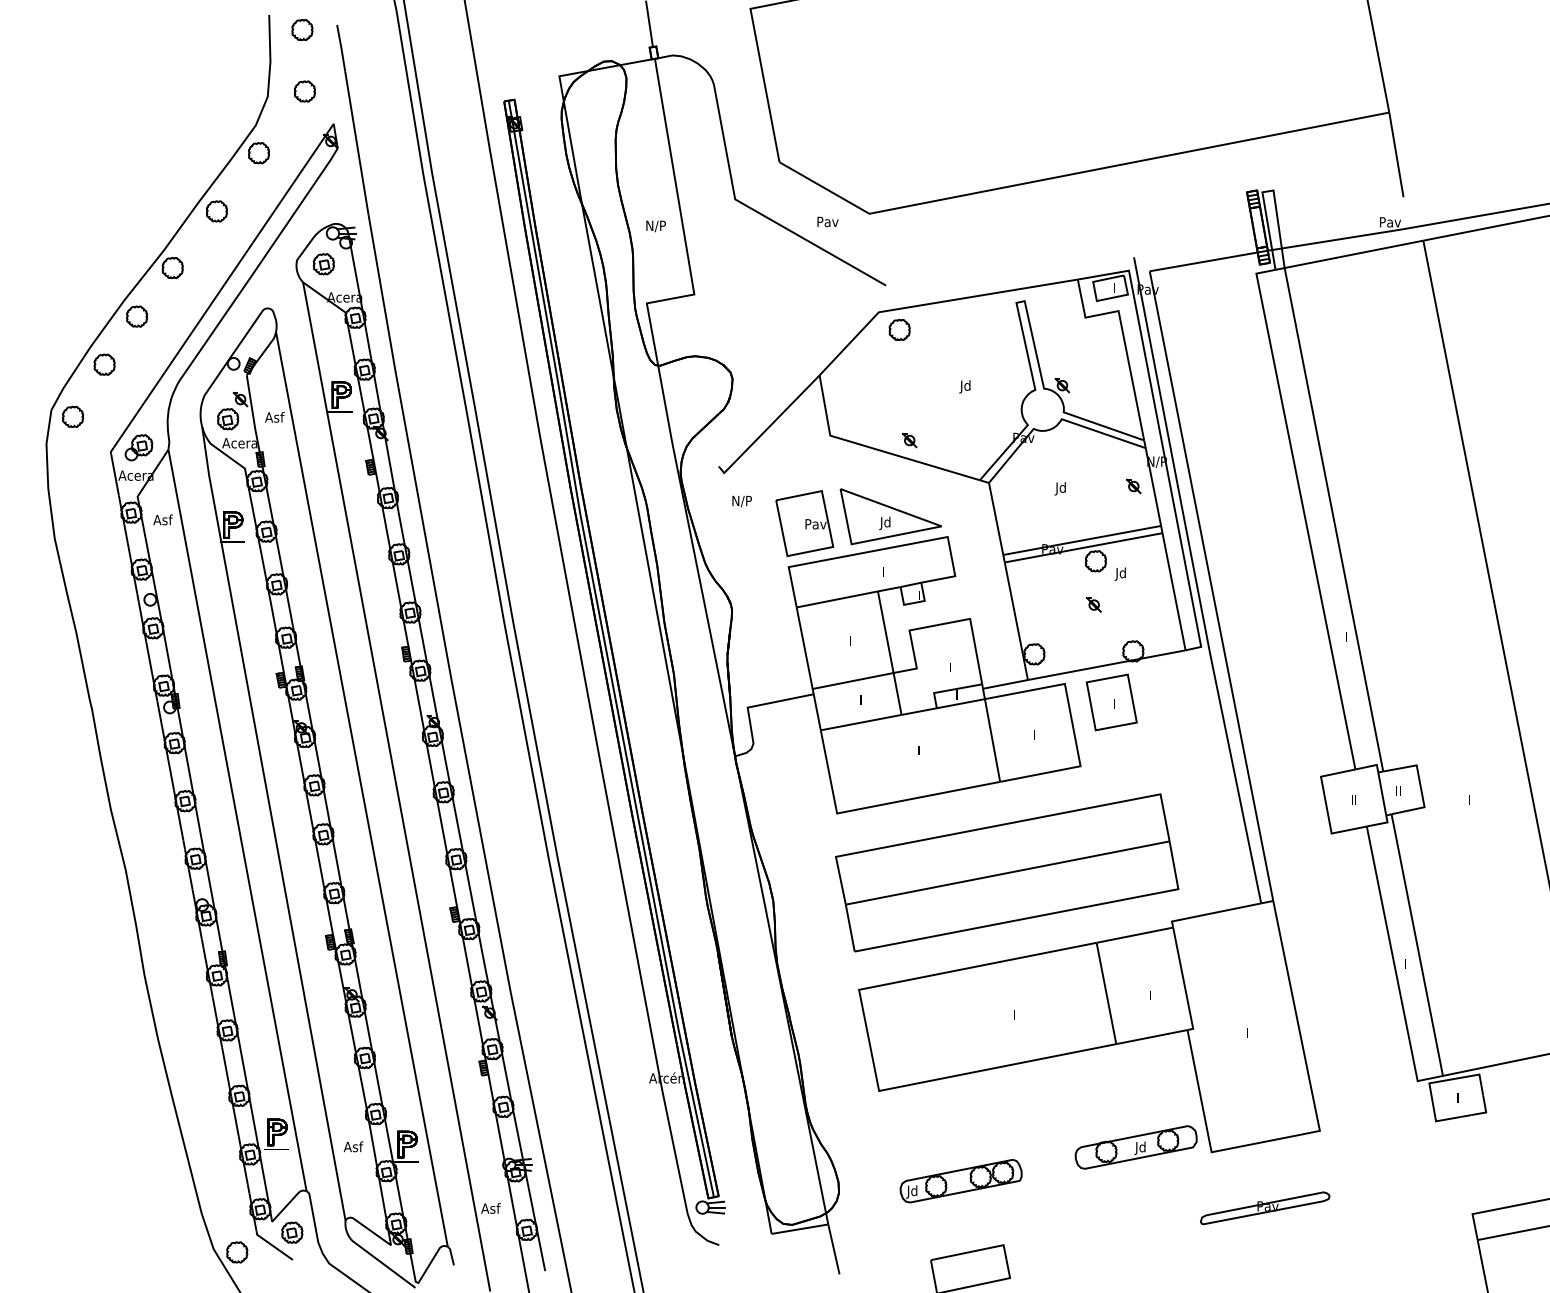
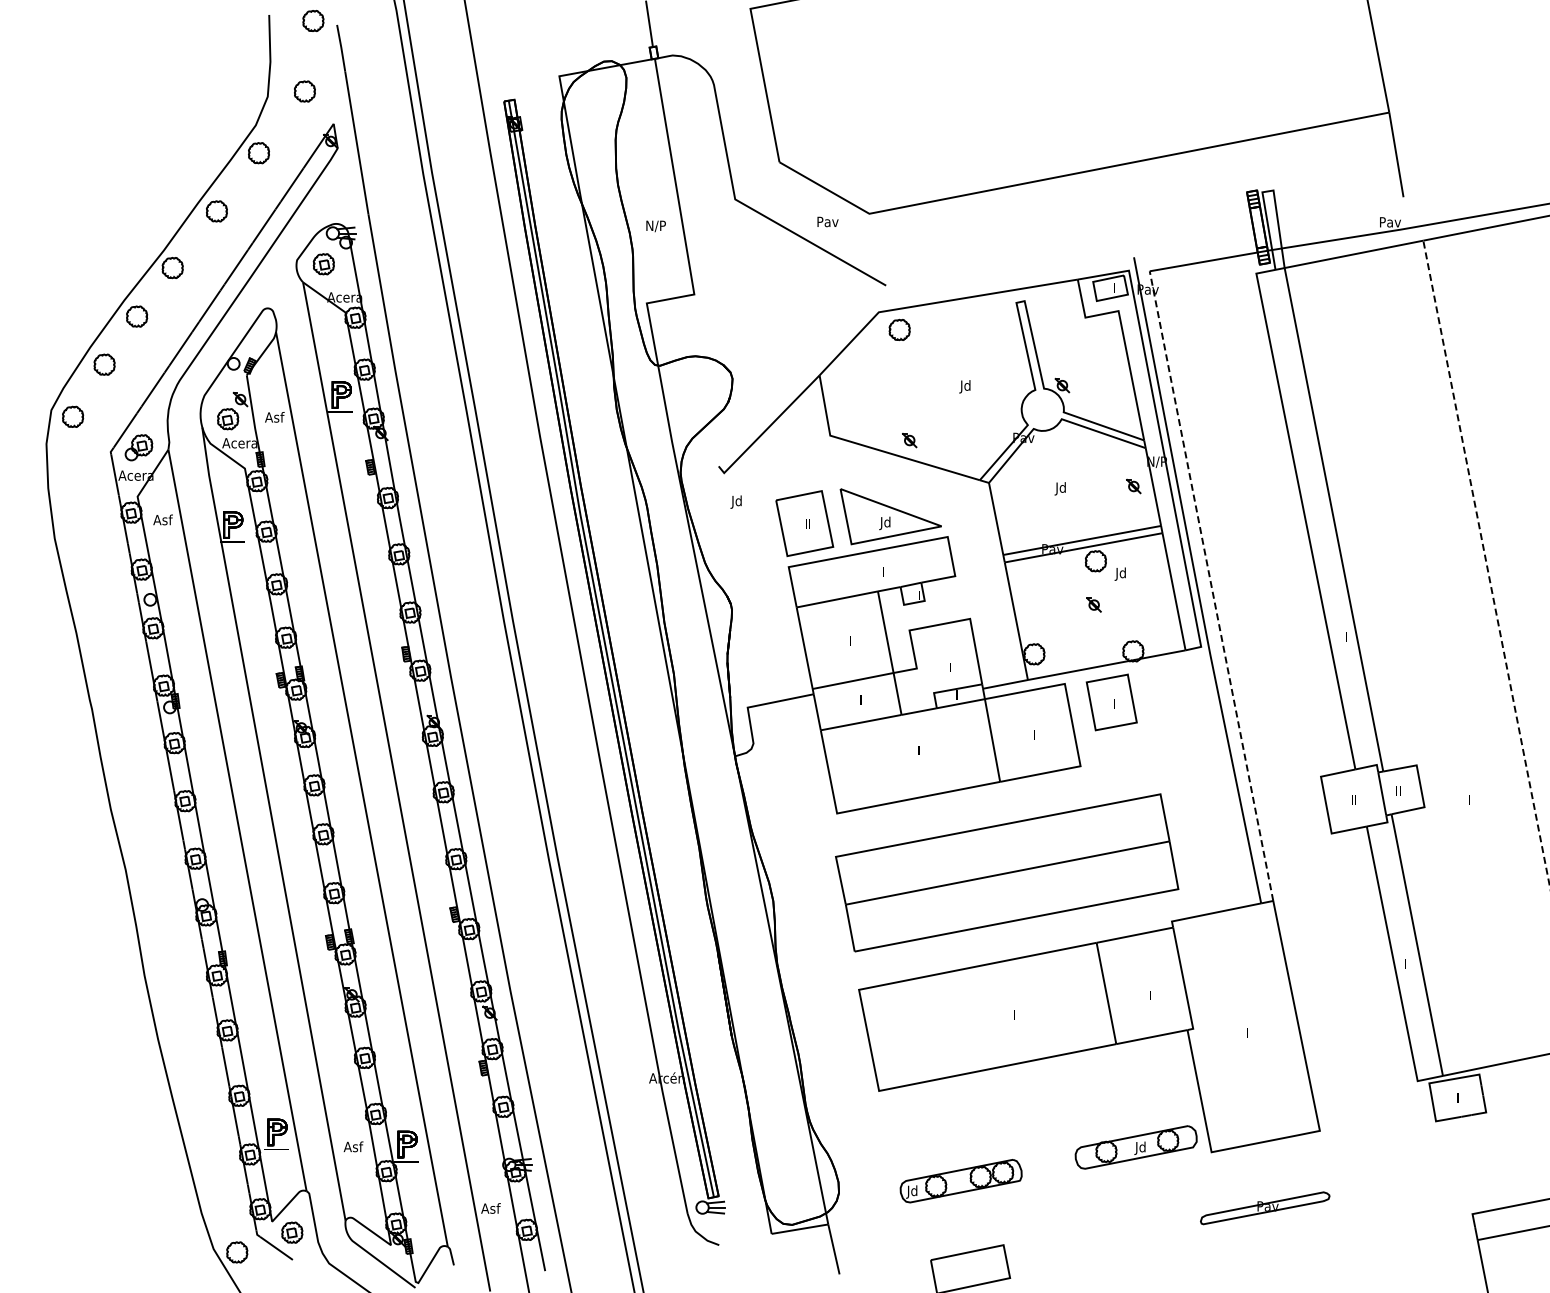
part at (302, 29) position: (302, 29) -> (313, 20)
text at (740, 501): N/P -> Jd
text at (815, 524): Pav -> II
line at (1486, 563): solid -> dashed
line at (1211, 586): solid -> dashed
